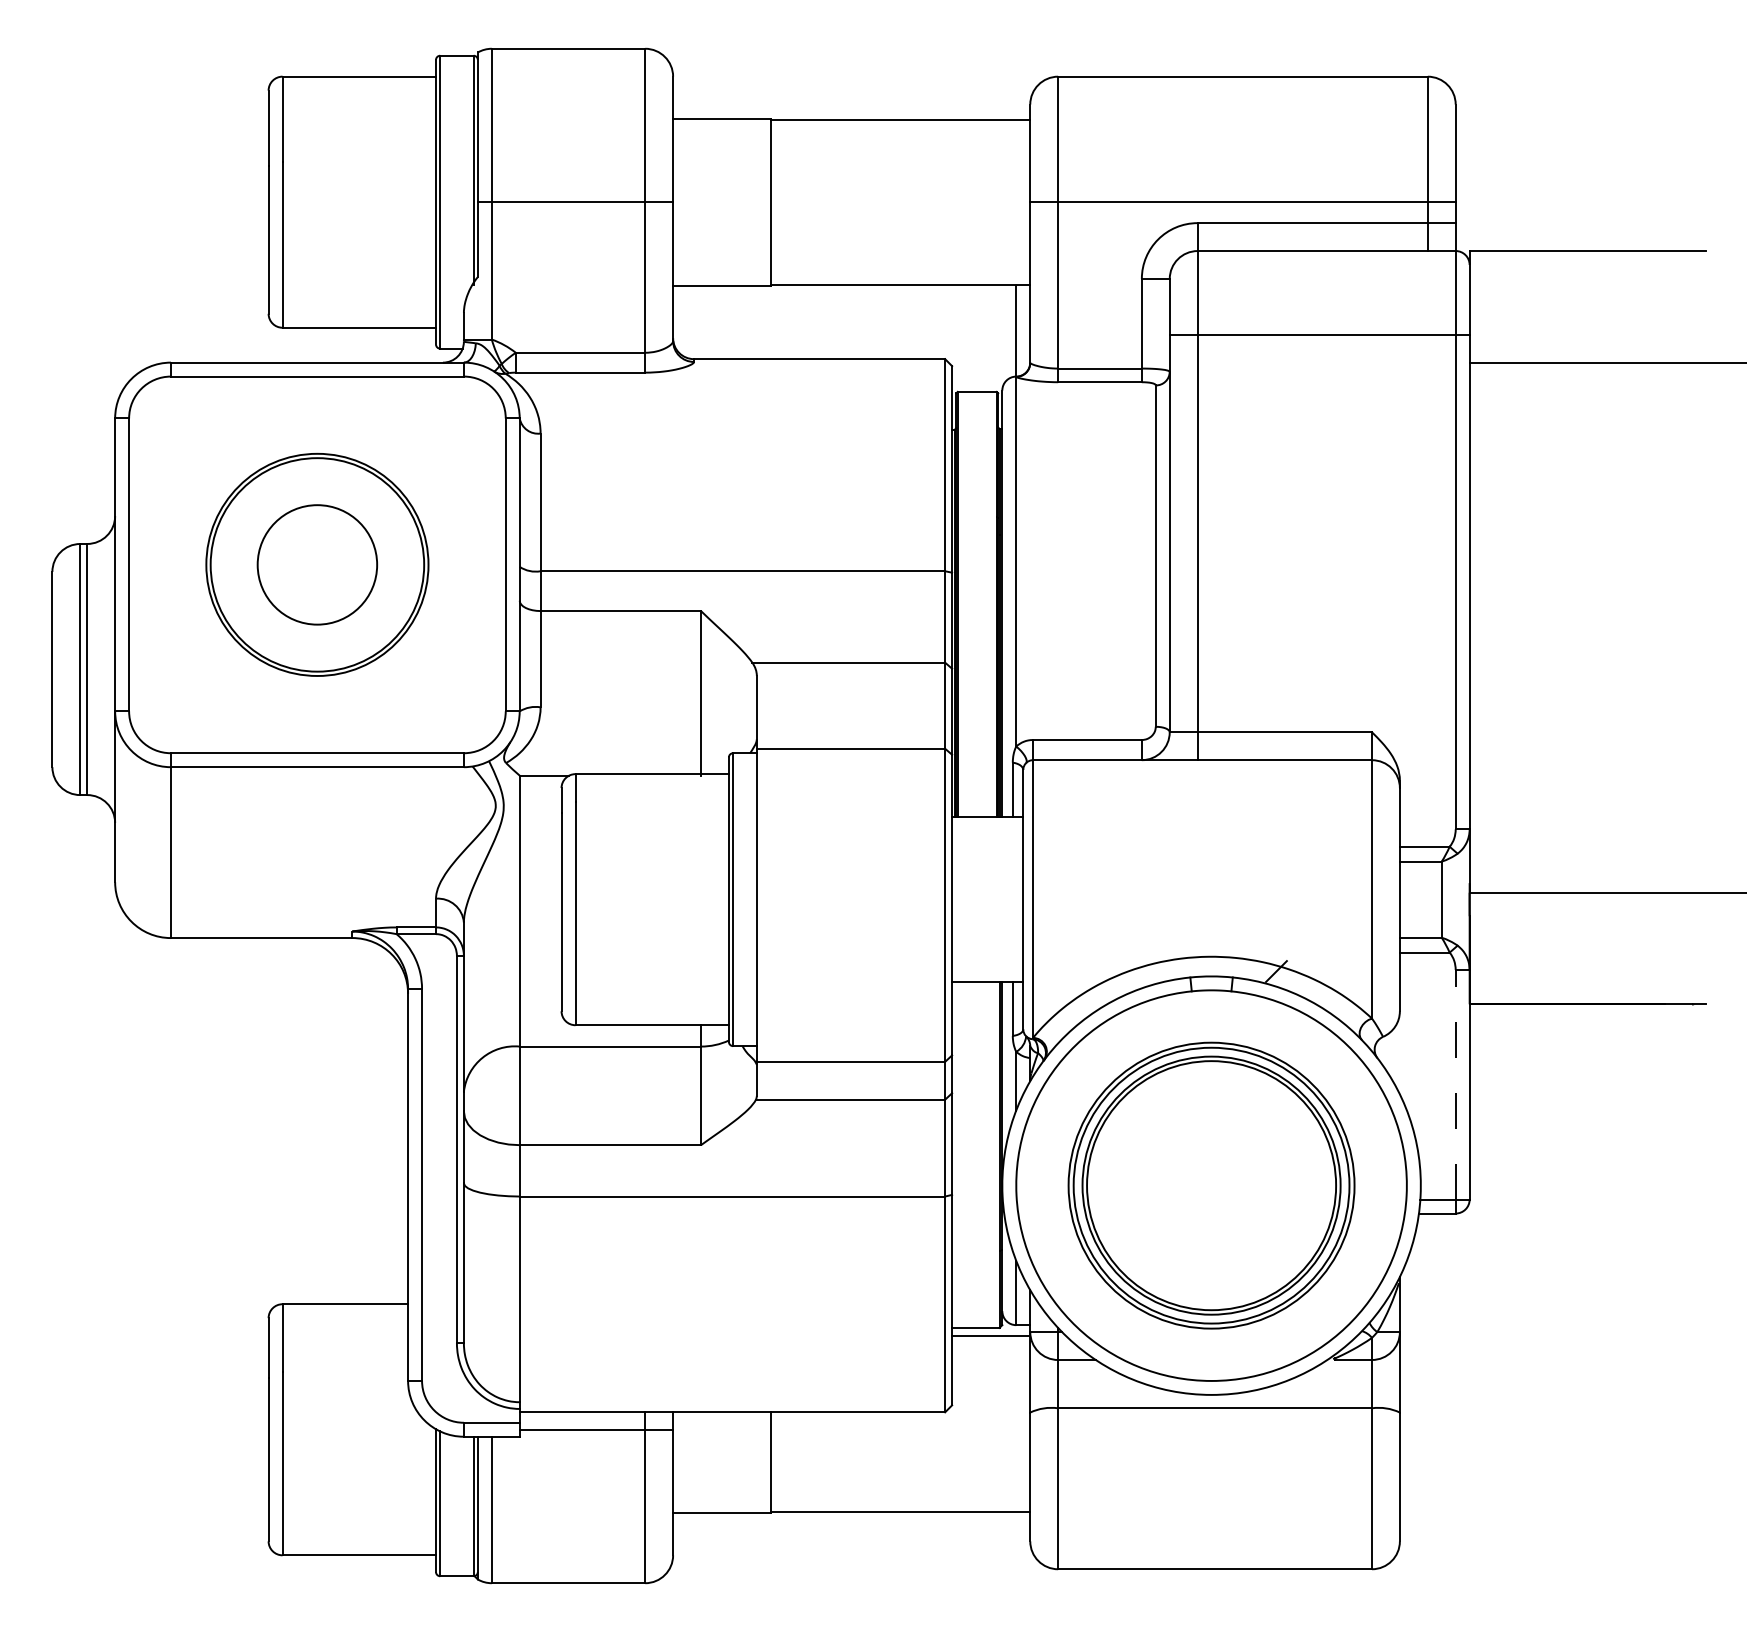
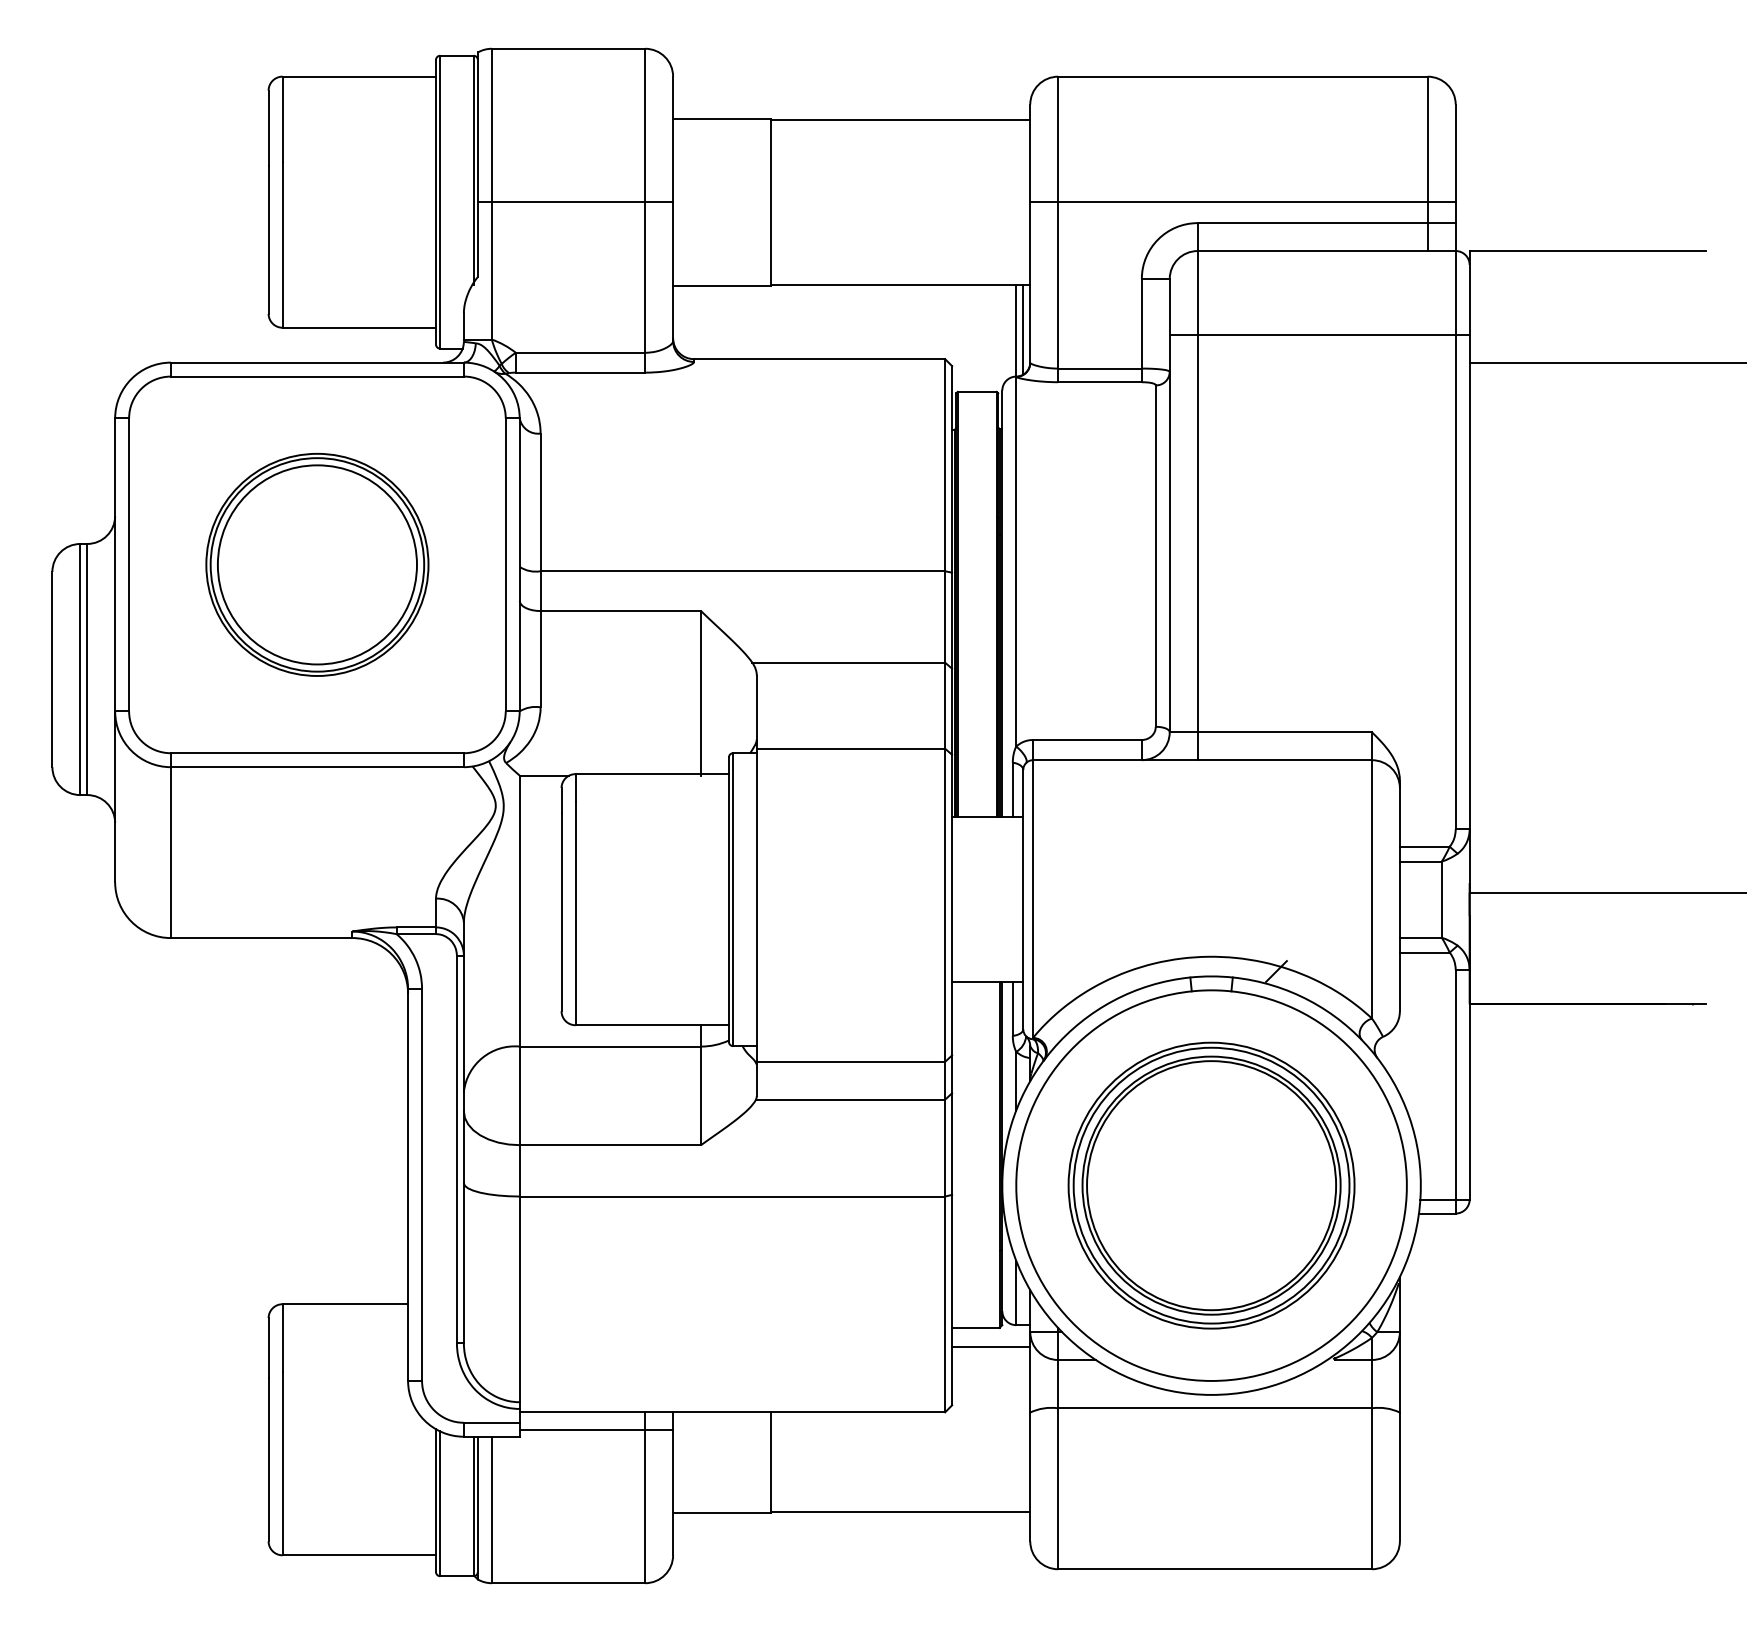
line at (1023, 329): none -> present
circle at (317, 564) diameter: 119 px -> 199 px
line at (1455, 1084): dashed -> solid
line at (991, 1336) position: (991, 1336) -> (991, 1347)
